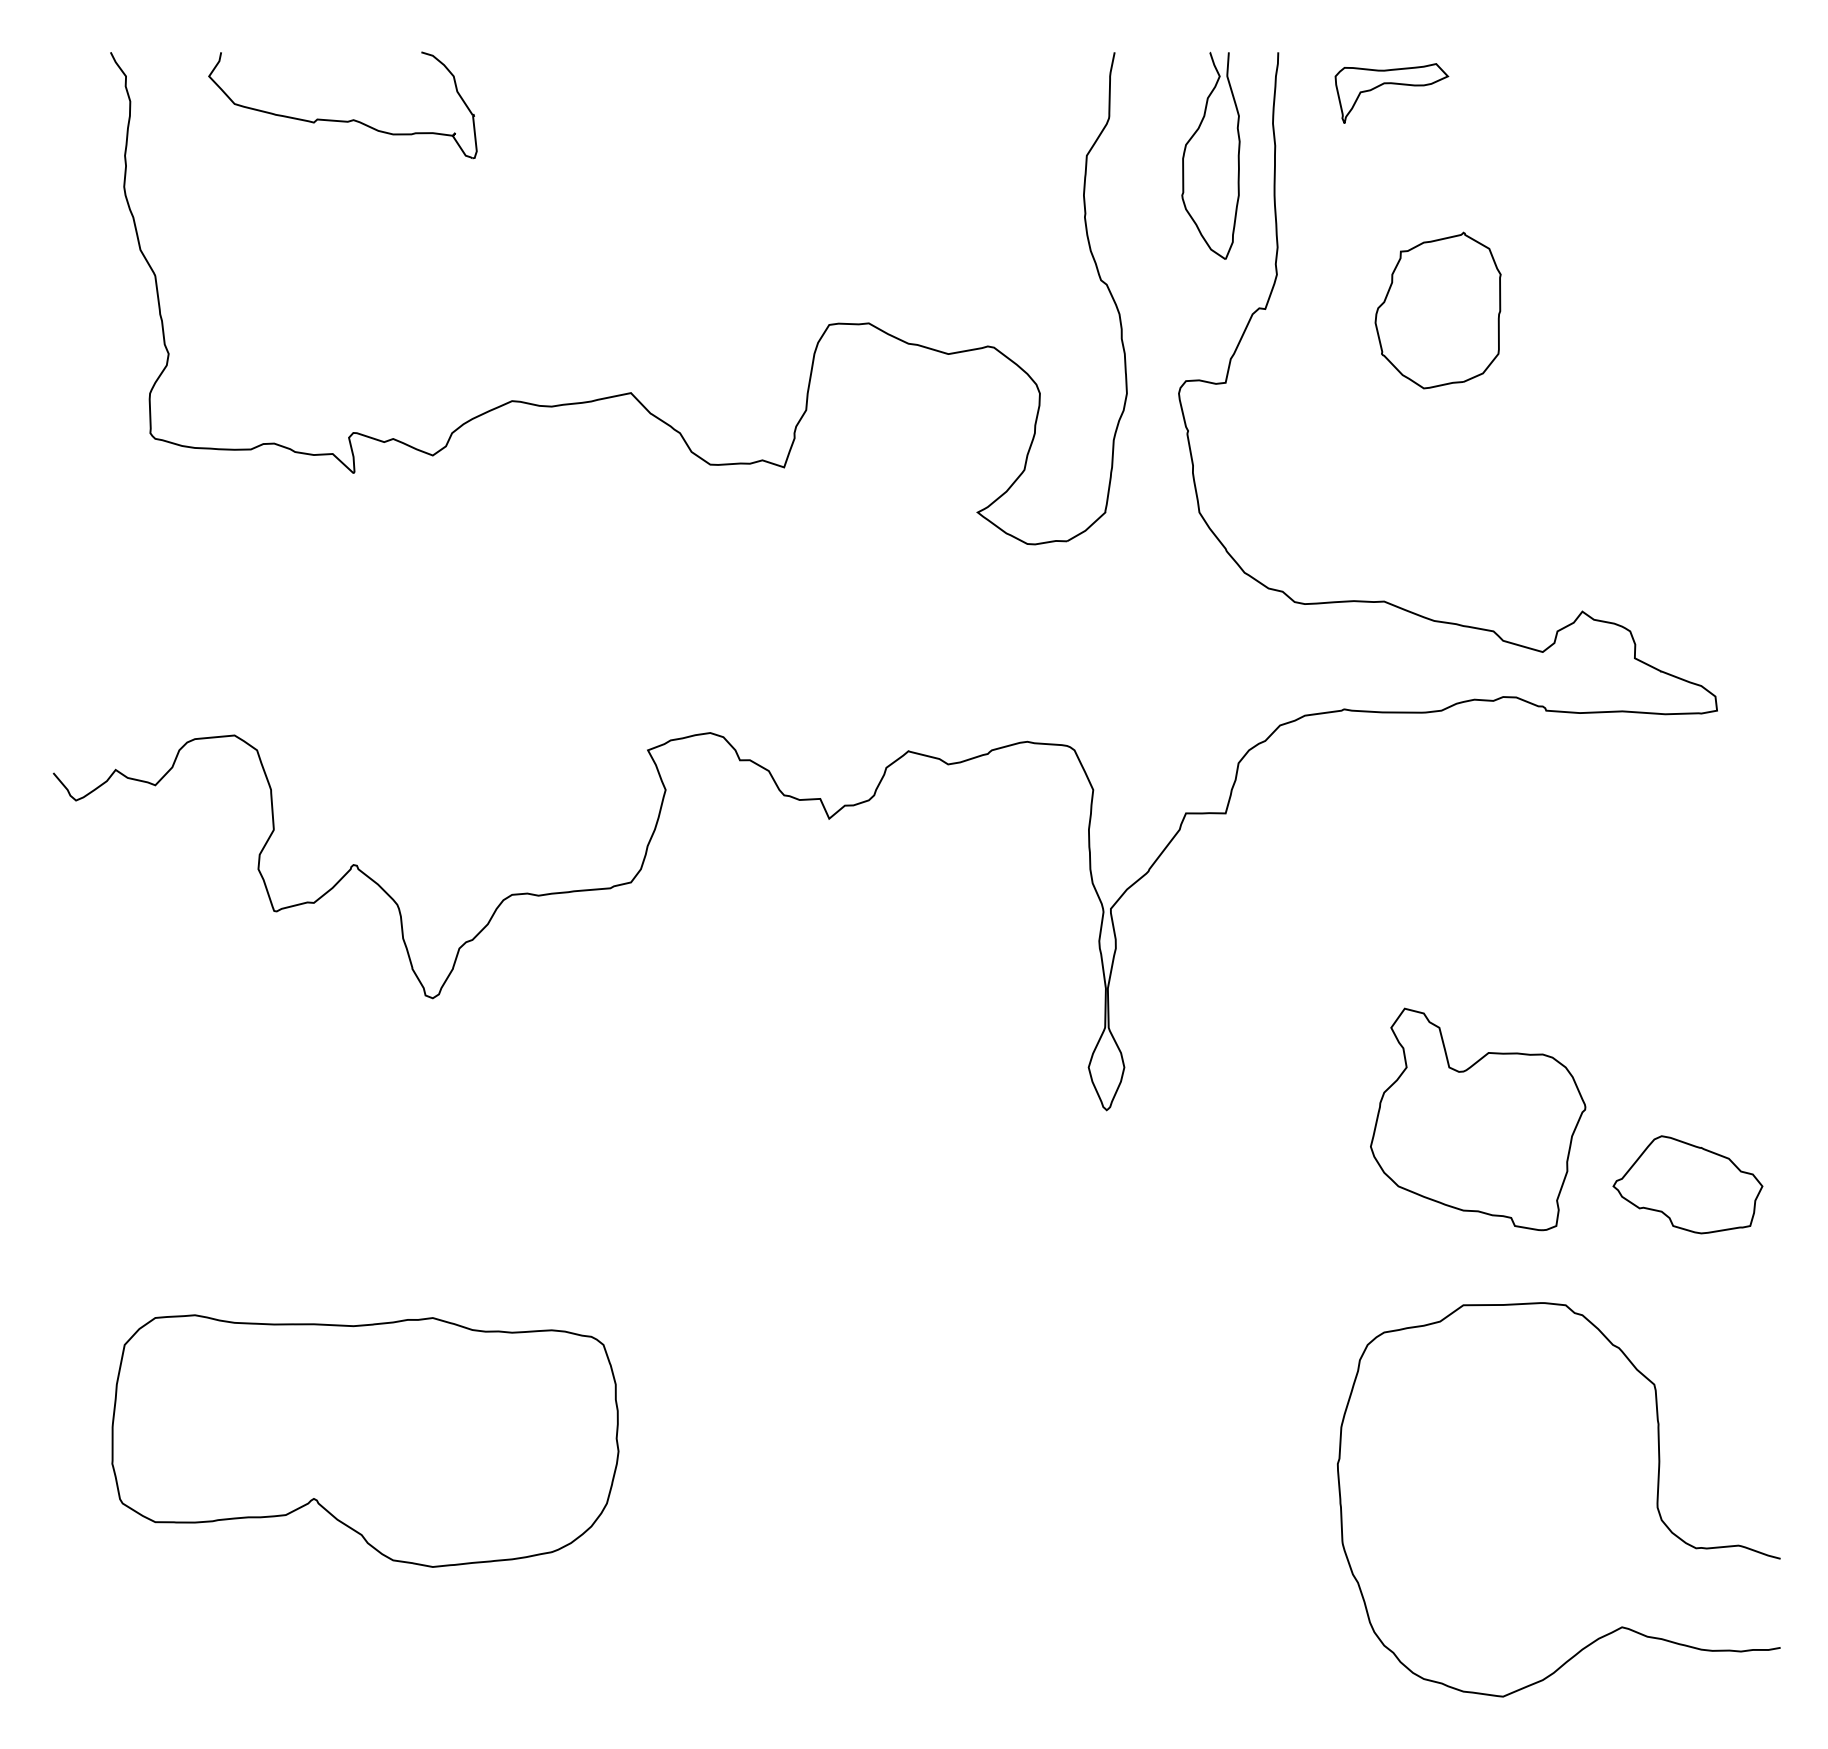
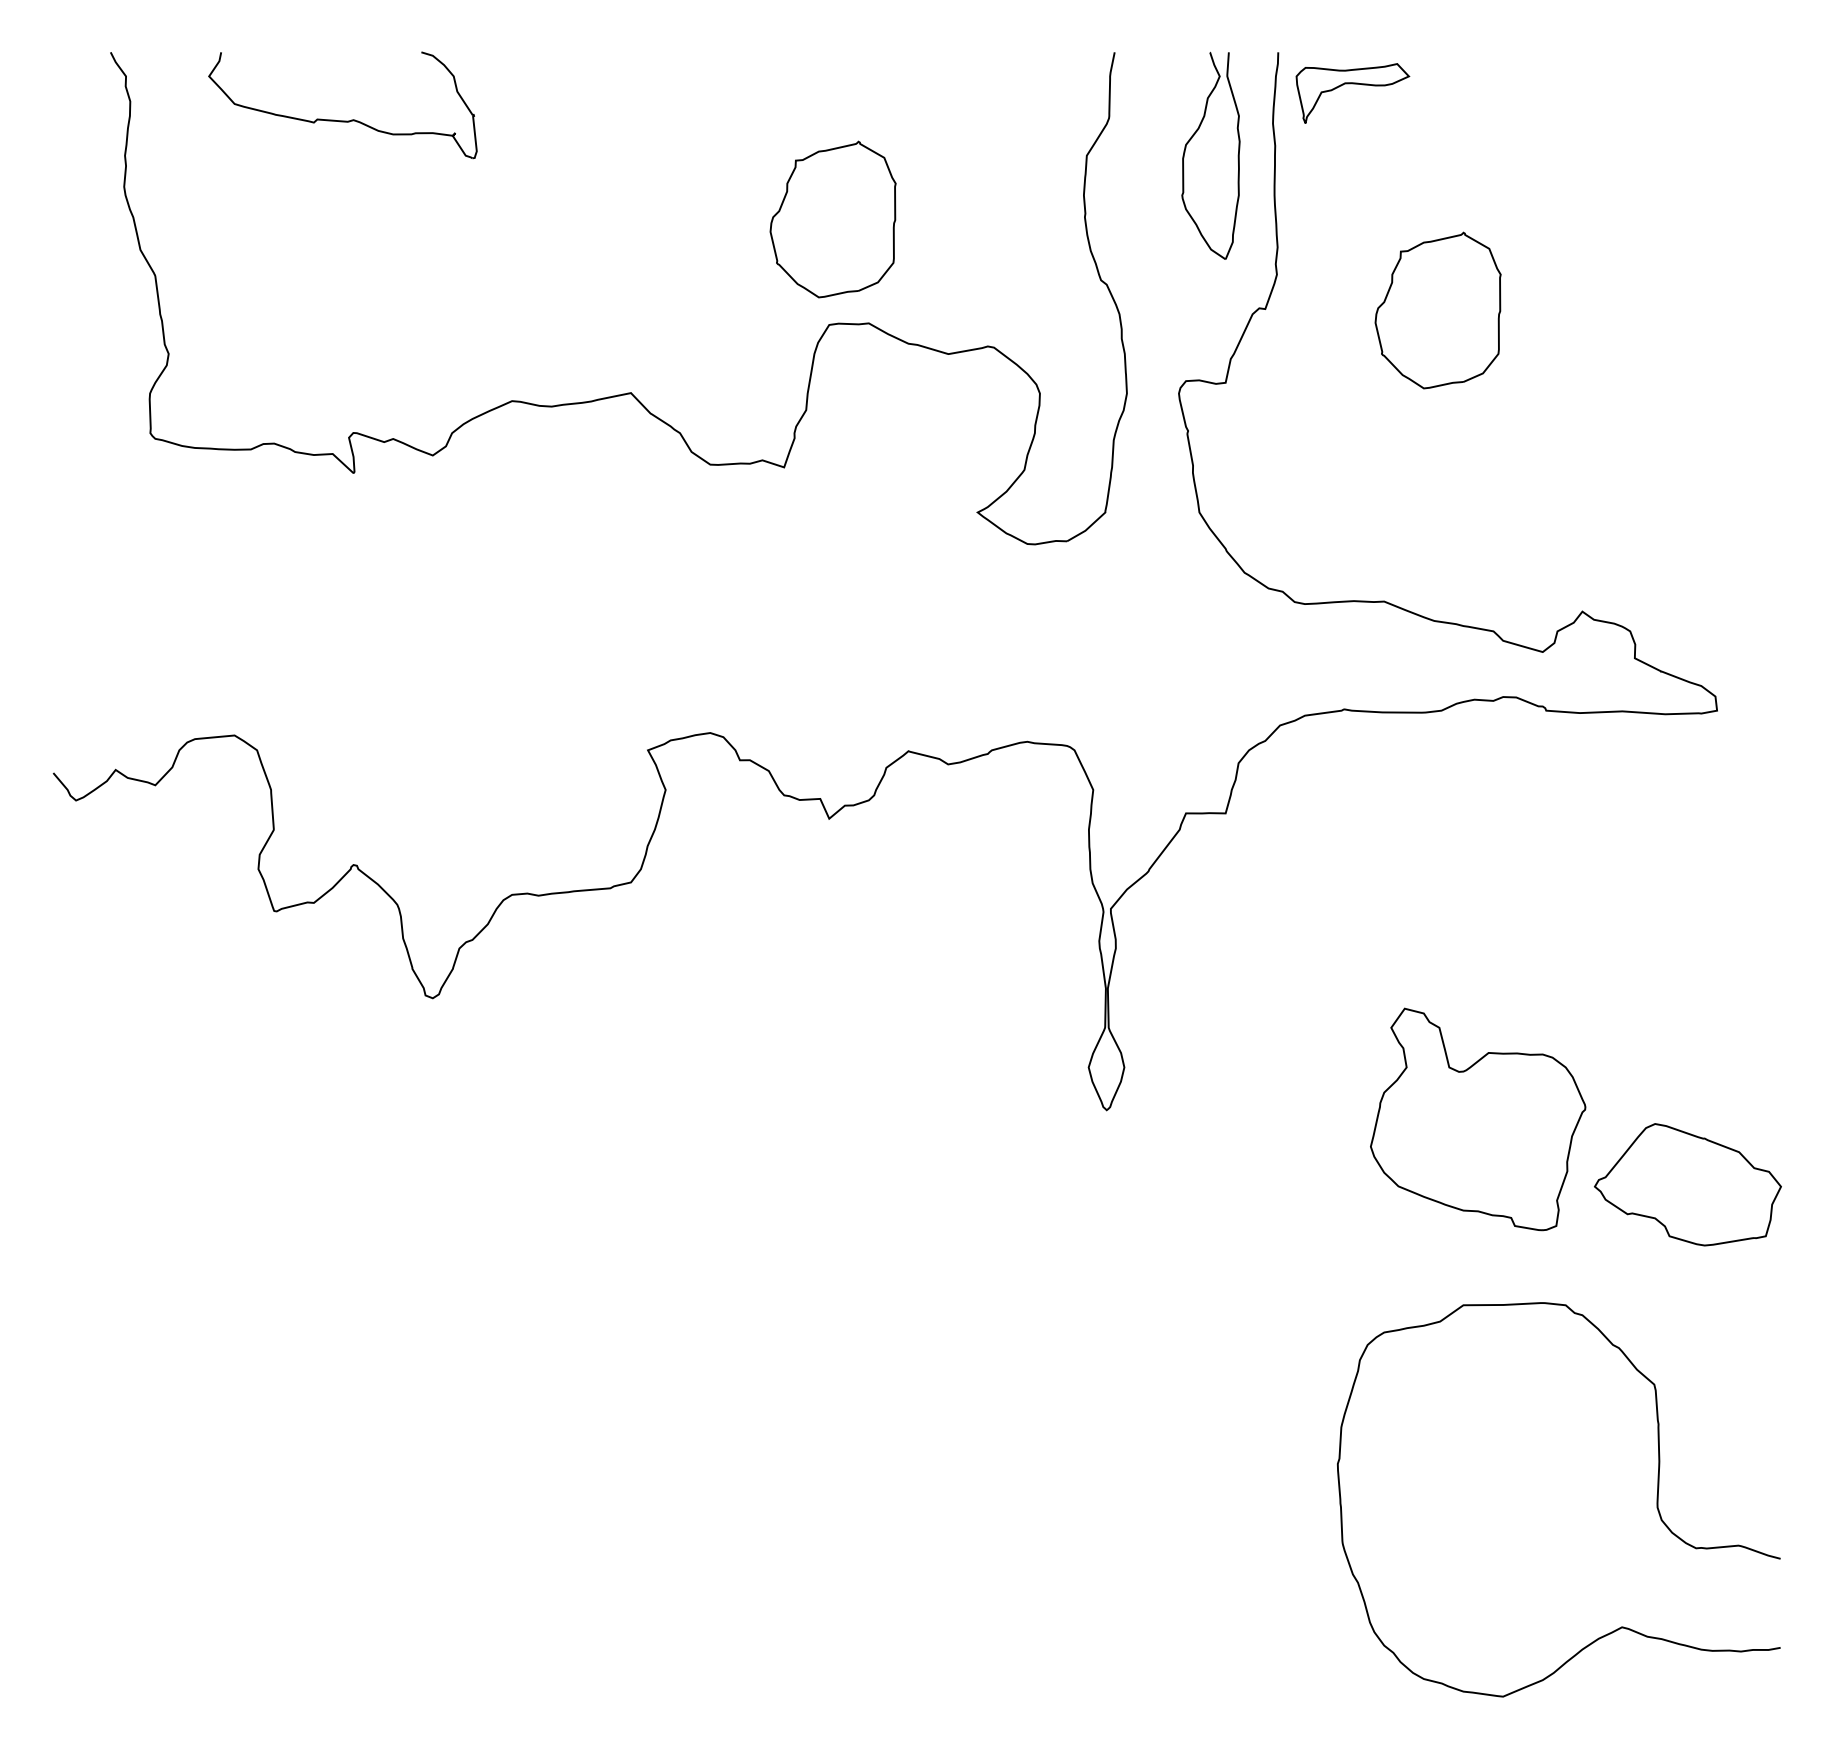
part at (1391, 84) position: (1391, 84) -> (1352, 84)
part at (832, 219): none -> present
part at (1687, 1184) size: 152x100 px -> 188x124 px
part at (365, 1440): present -> none
